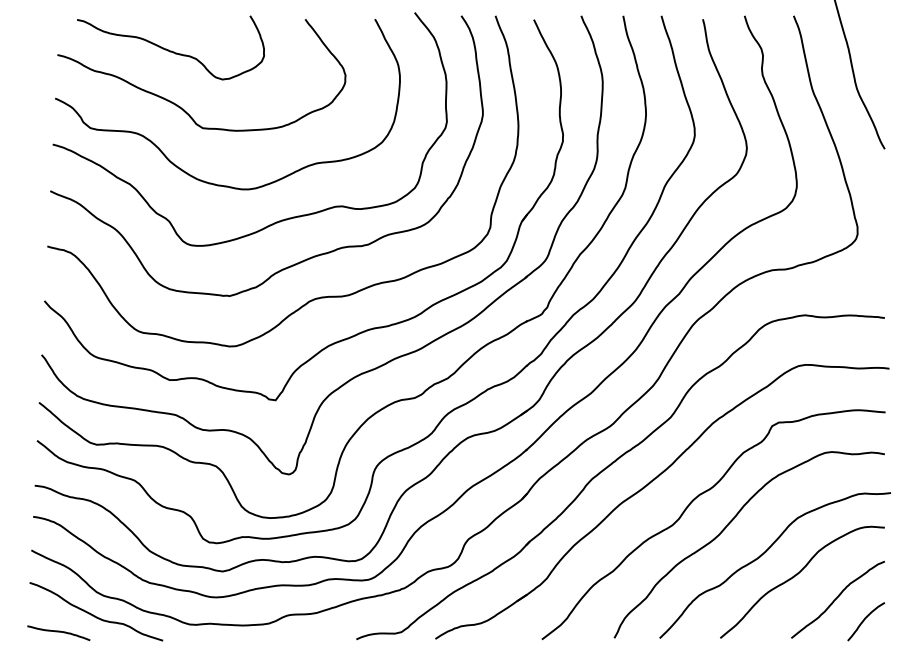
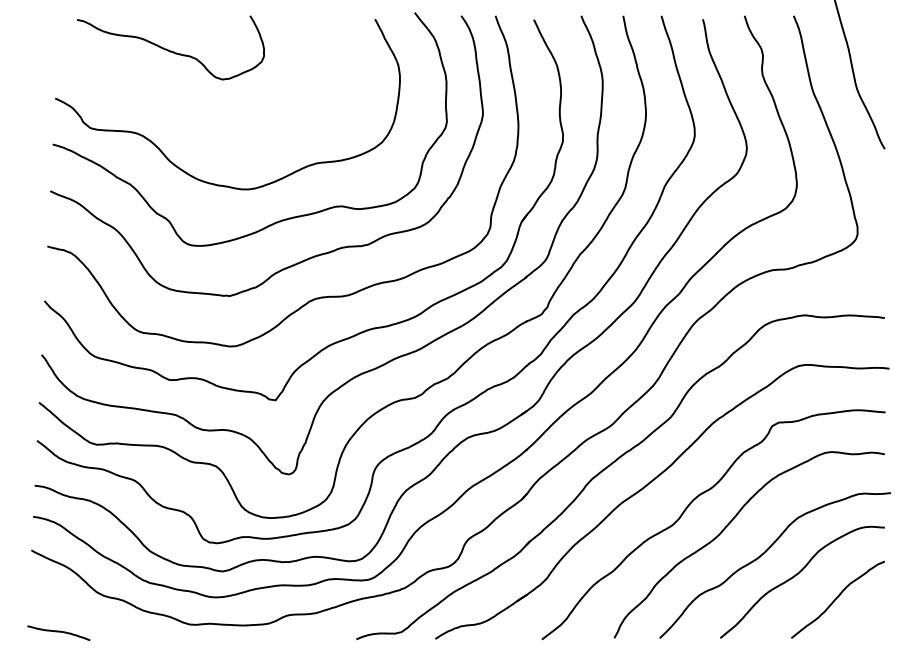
curve at (180, 106): present -> none
curve at (95, 615): present -> none
curve at (864, 621): present -> none
